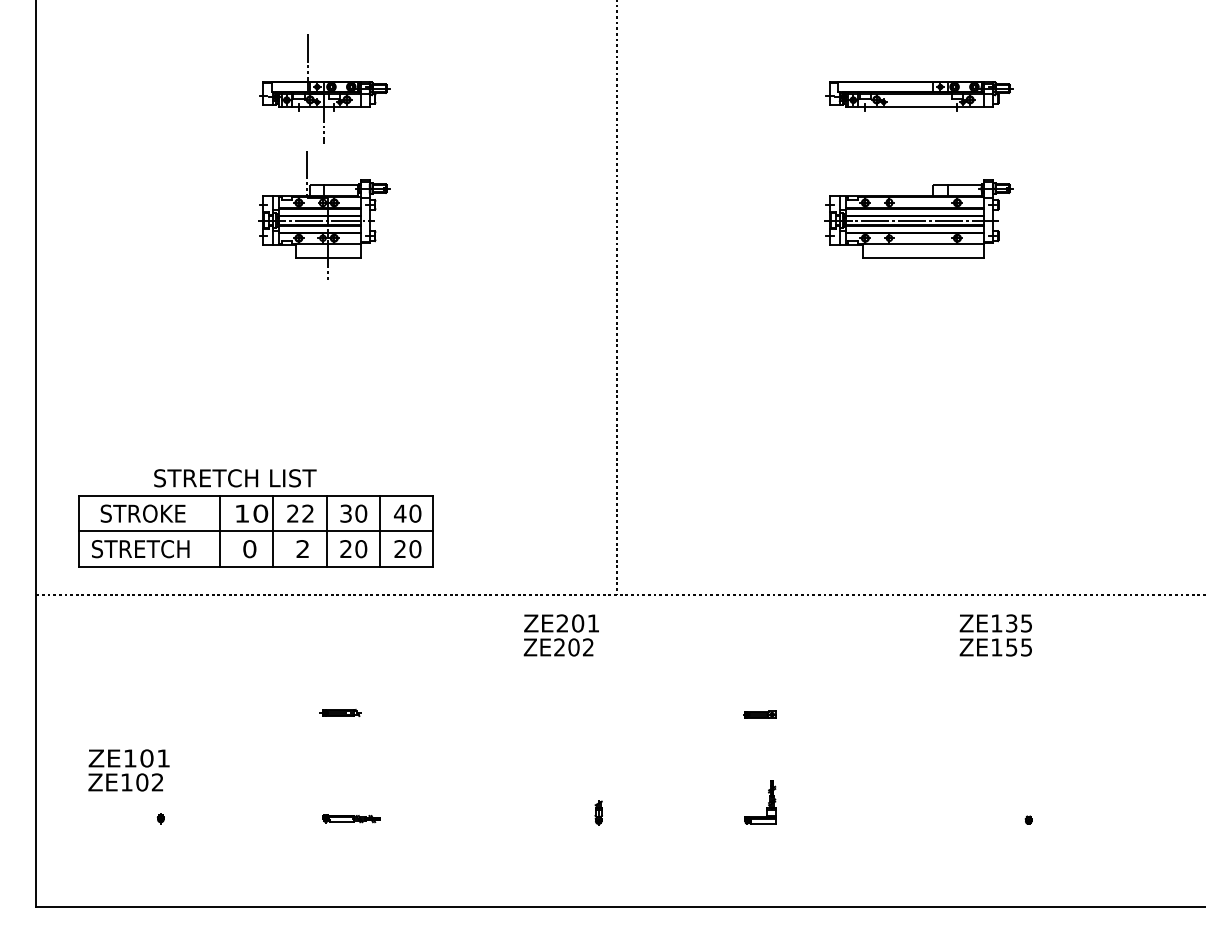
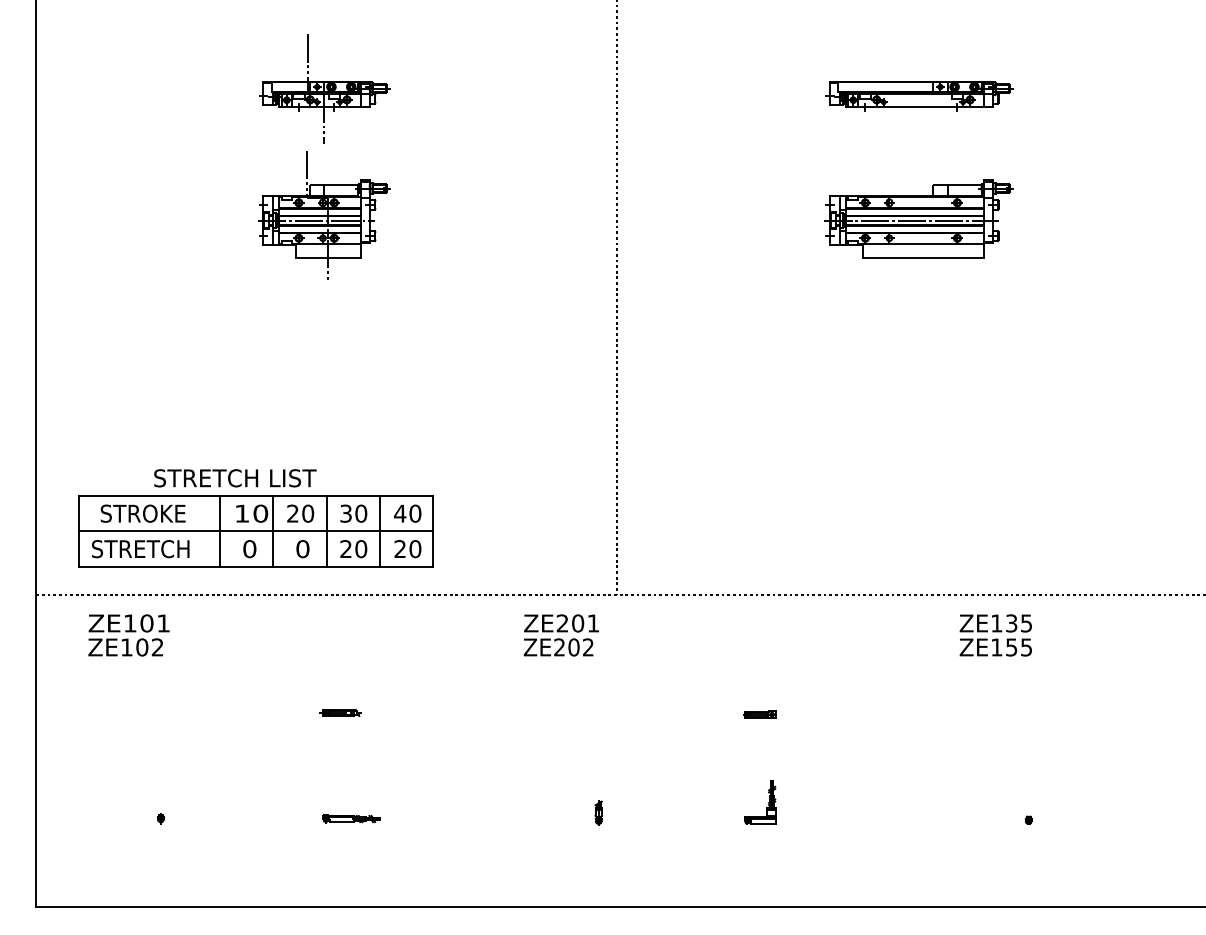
text at (308, 513): 22 -> 20
text at (302, 549): 2 -> 0
text at (128, 770) position: (128, 770) -> (128, 635)
